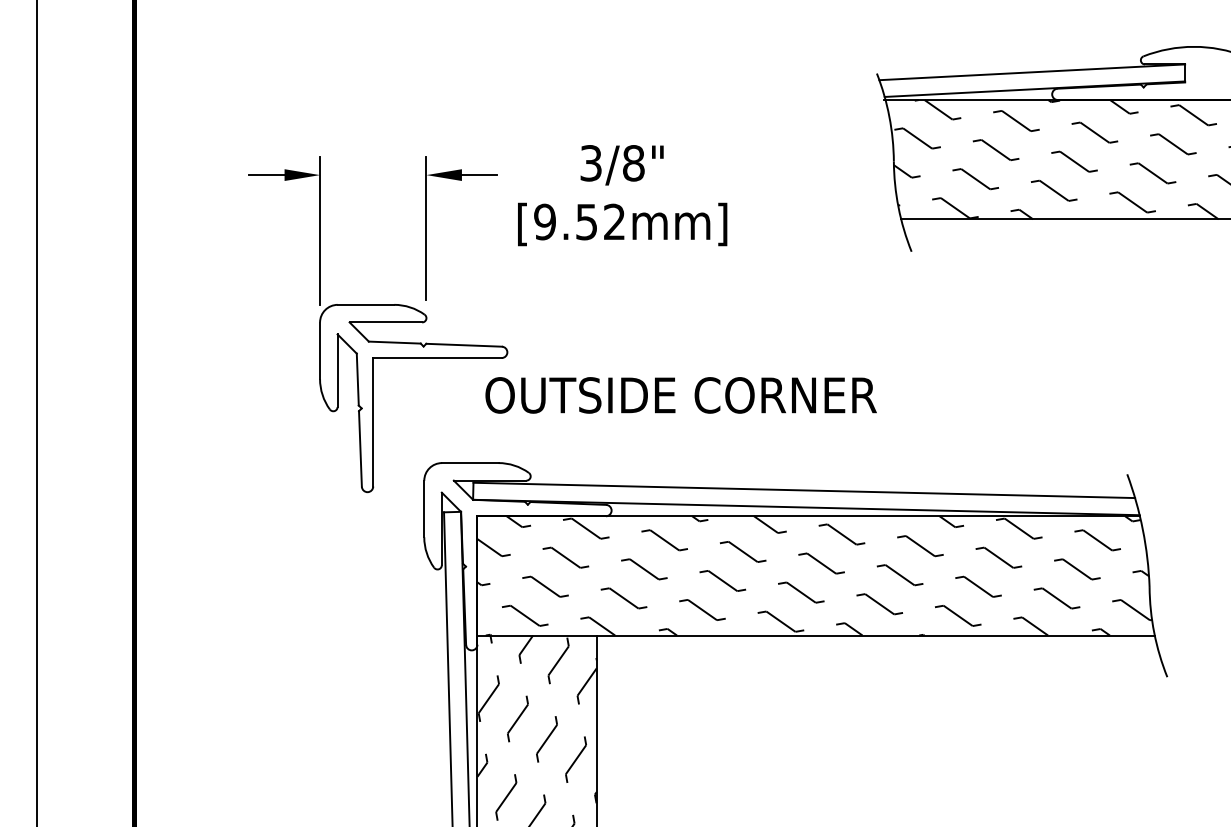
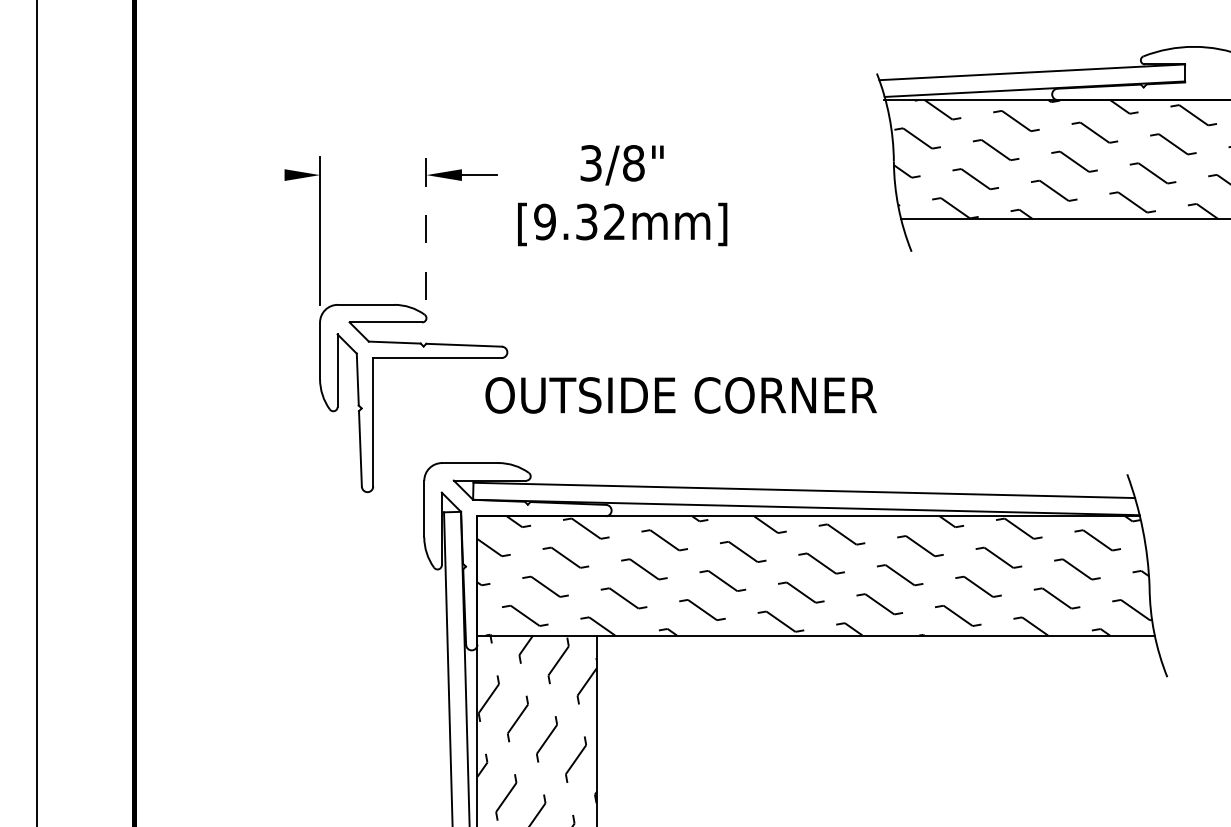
line at (266, 175): present -> none
text at (587, 221): [9.52mm] -> [9.32mm]
line at (426, 228): solid -> dashed
